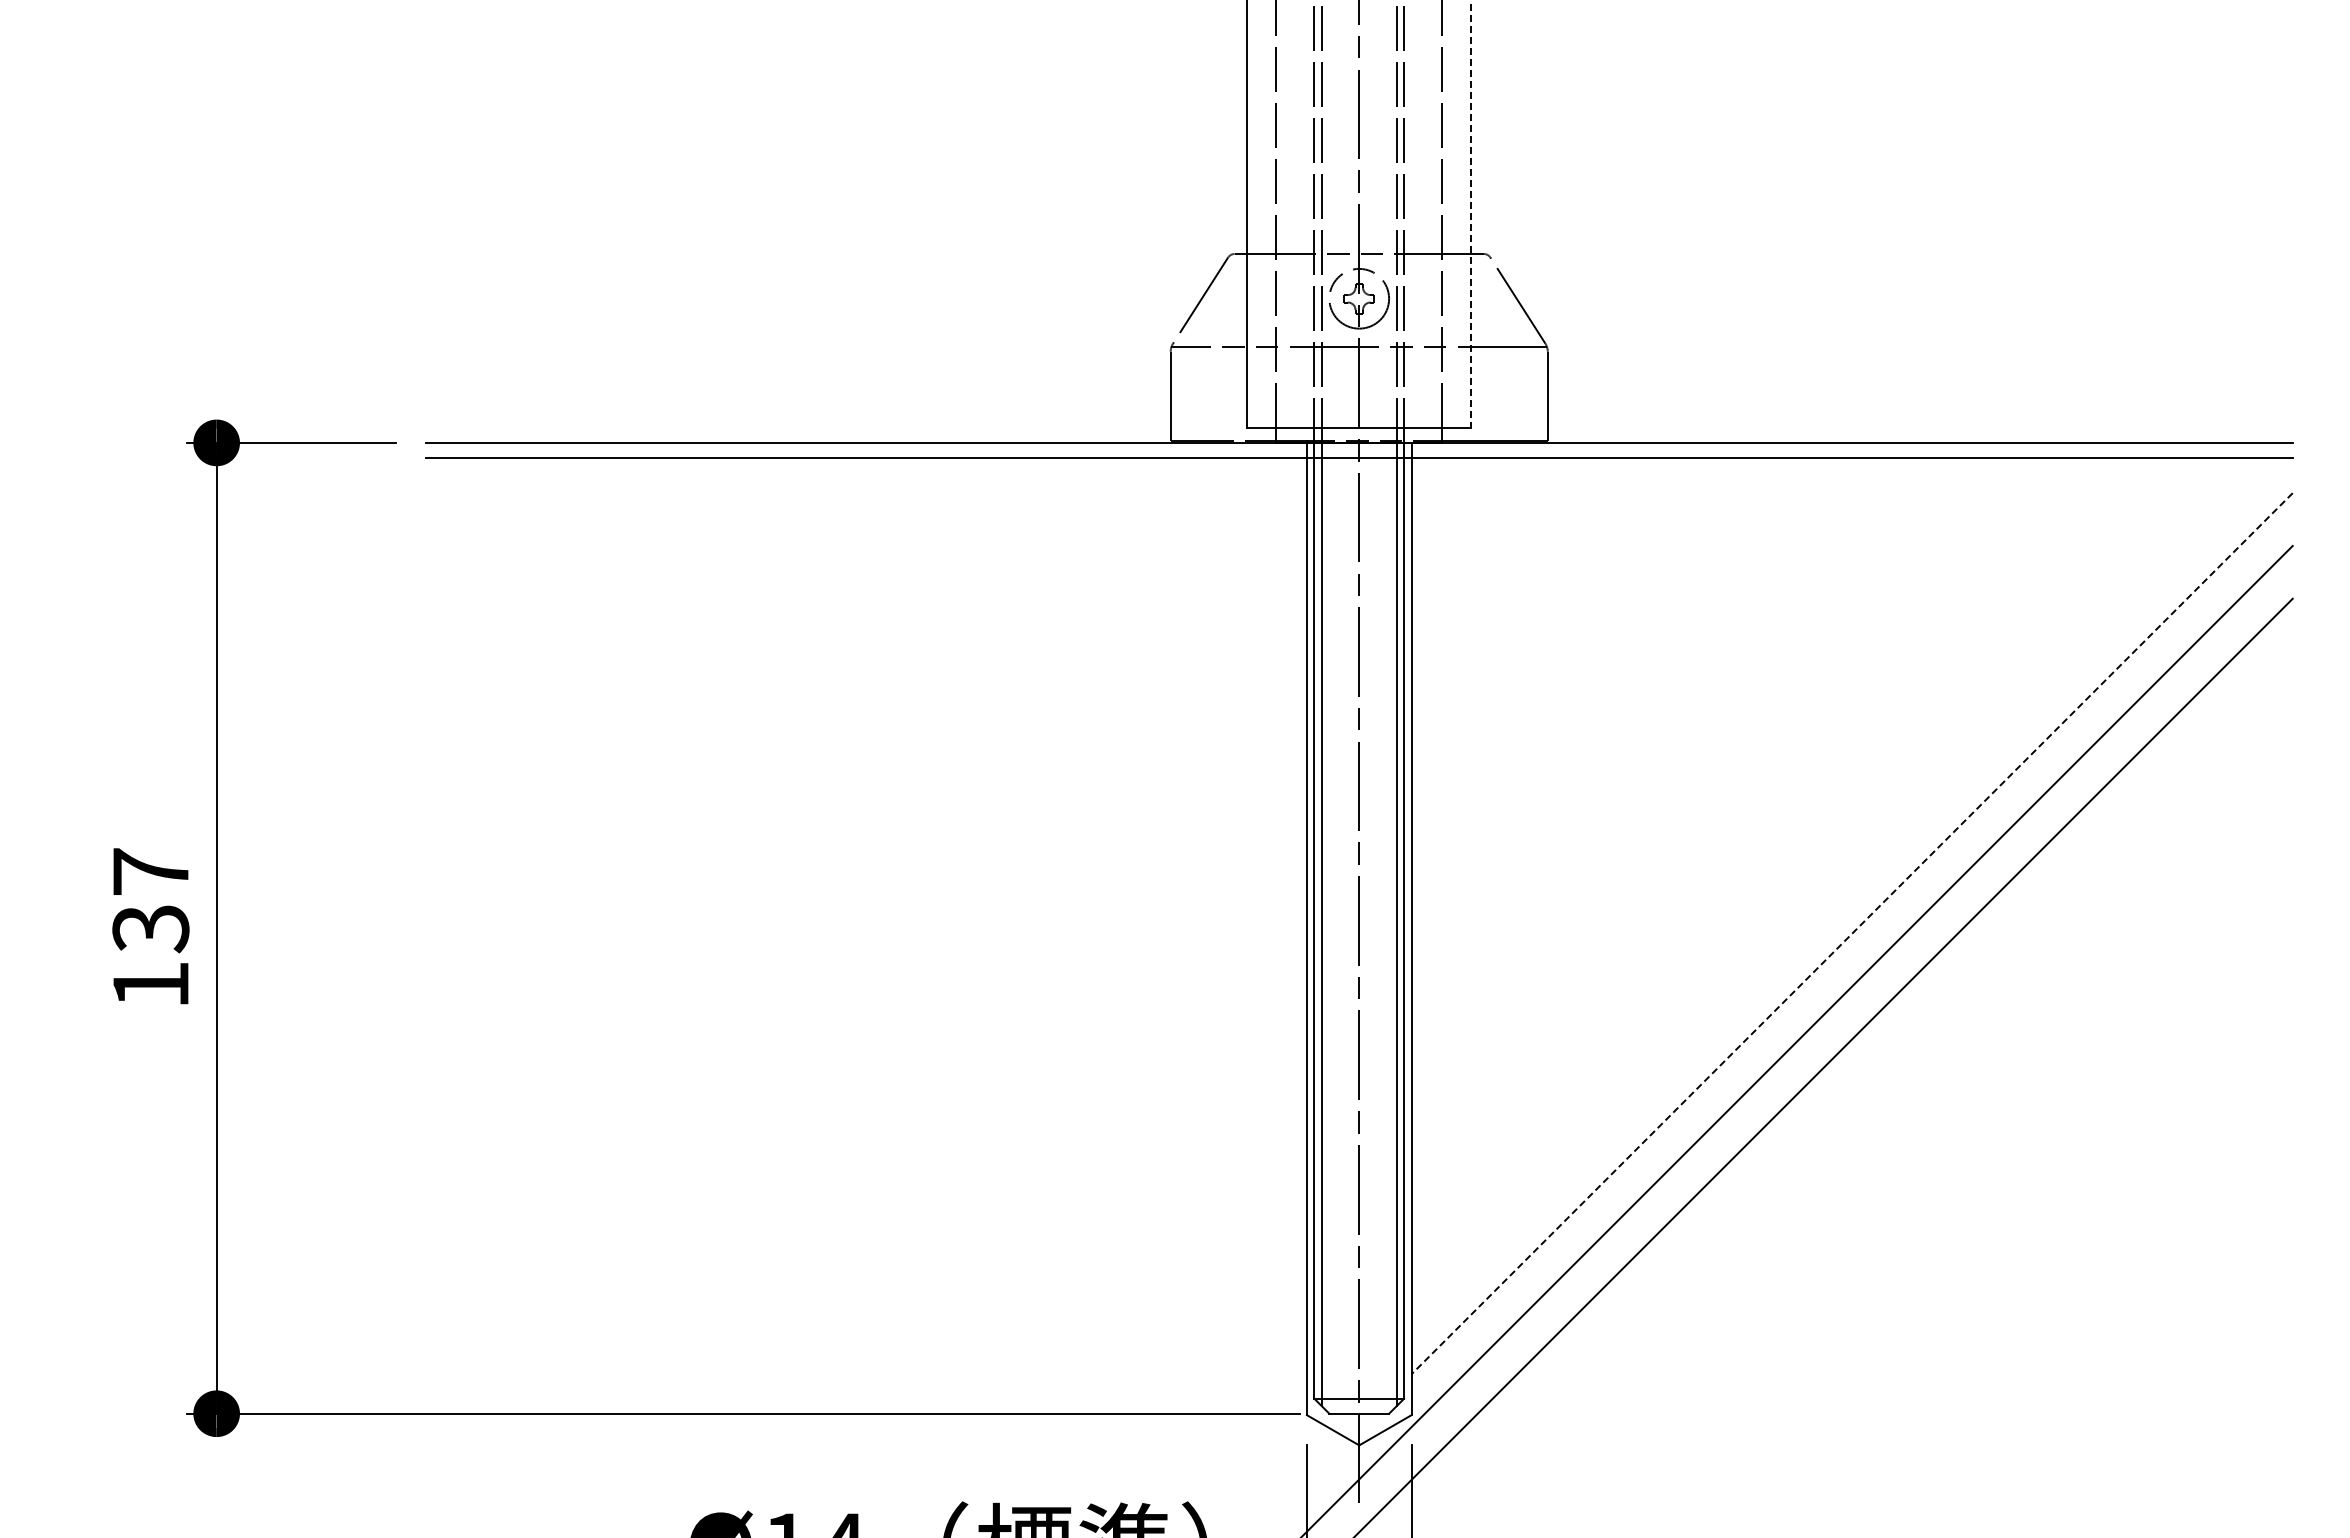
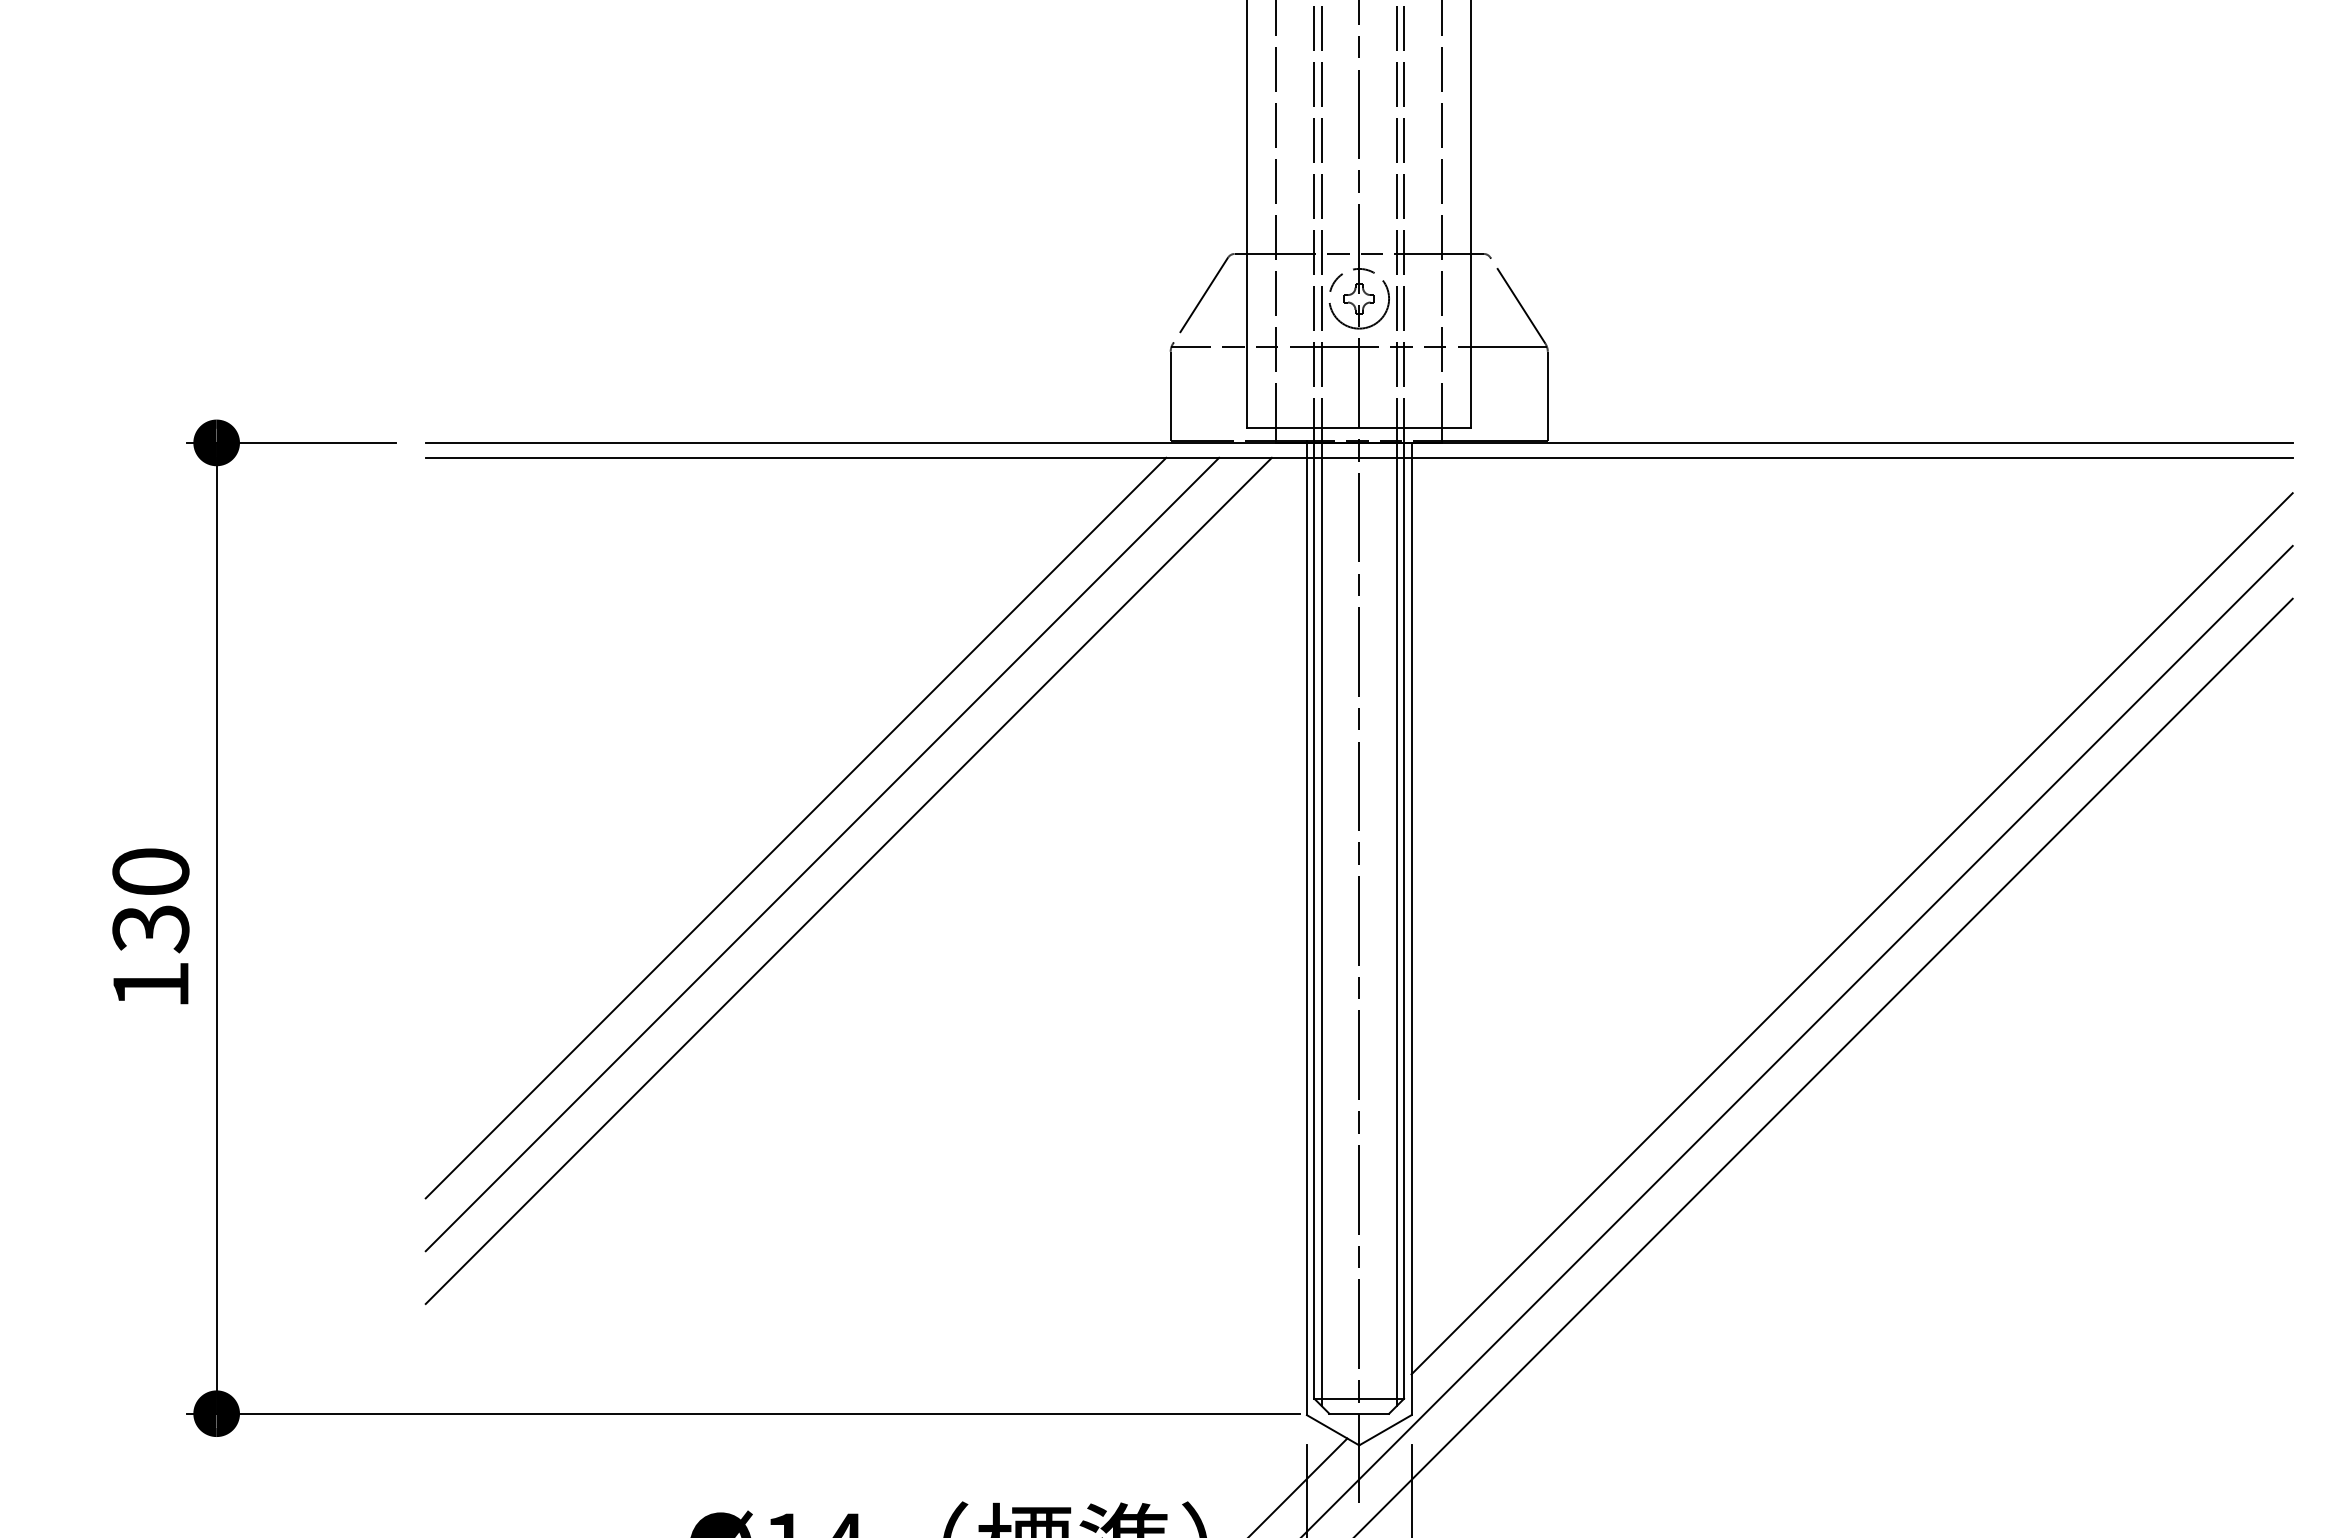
line at (1471, 214): dashed -> solid
line at (795, 827): none -> present
line at (822, 854): none -> present
text at (150, 871): 137 -> 130
line at (848, 880): none -> present
line at (1851, 934): dashed -> solid
line at (1299, 1486): none -> present
